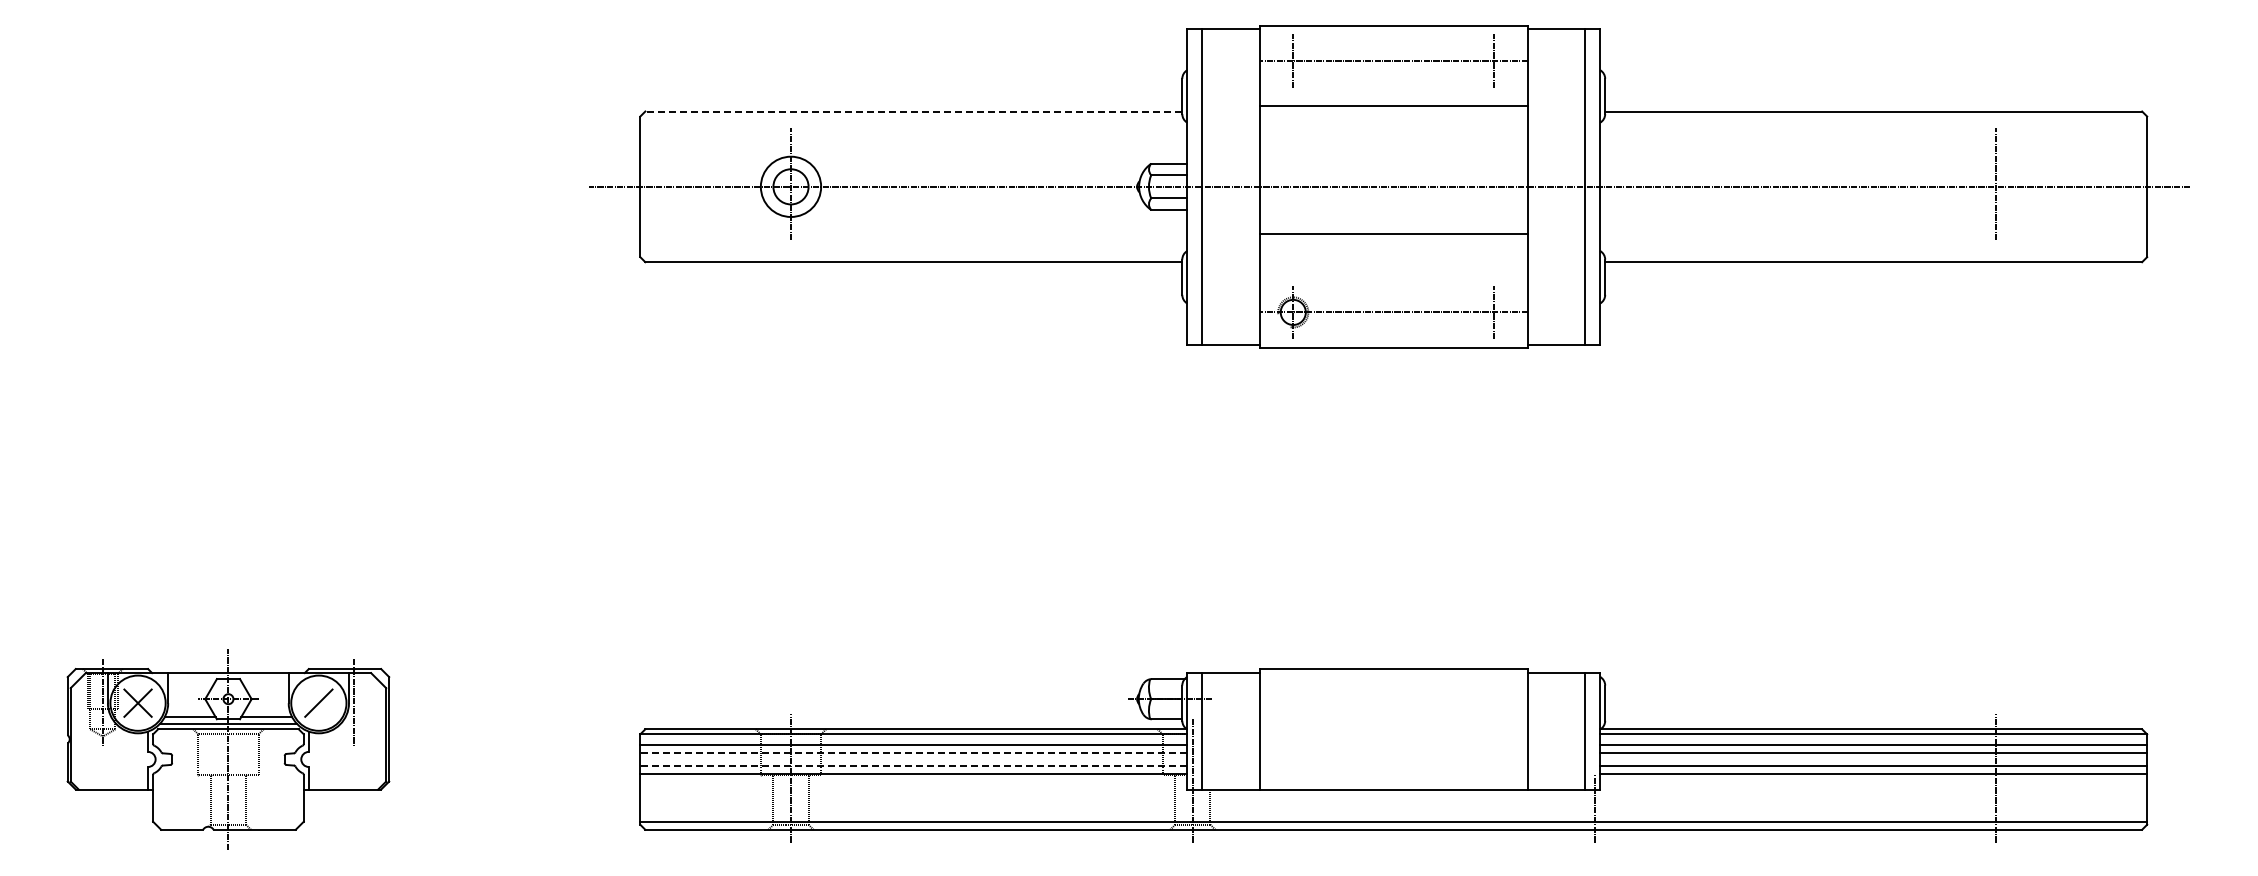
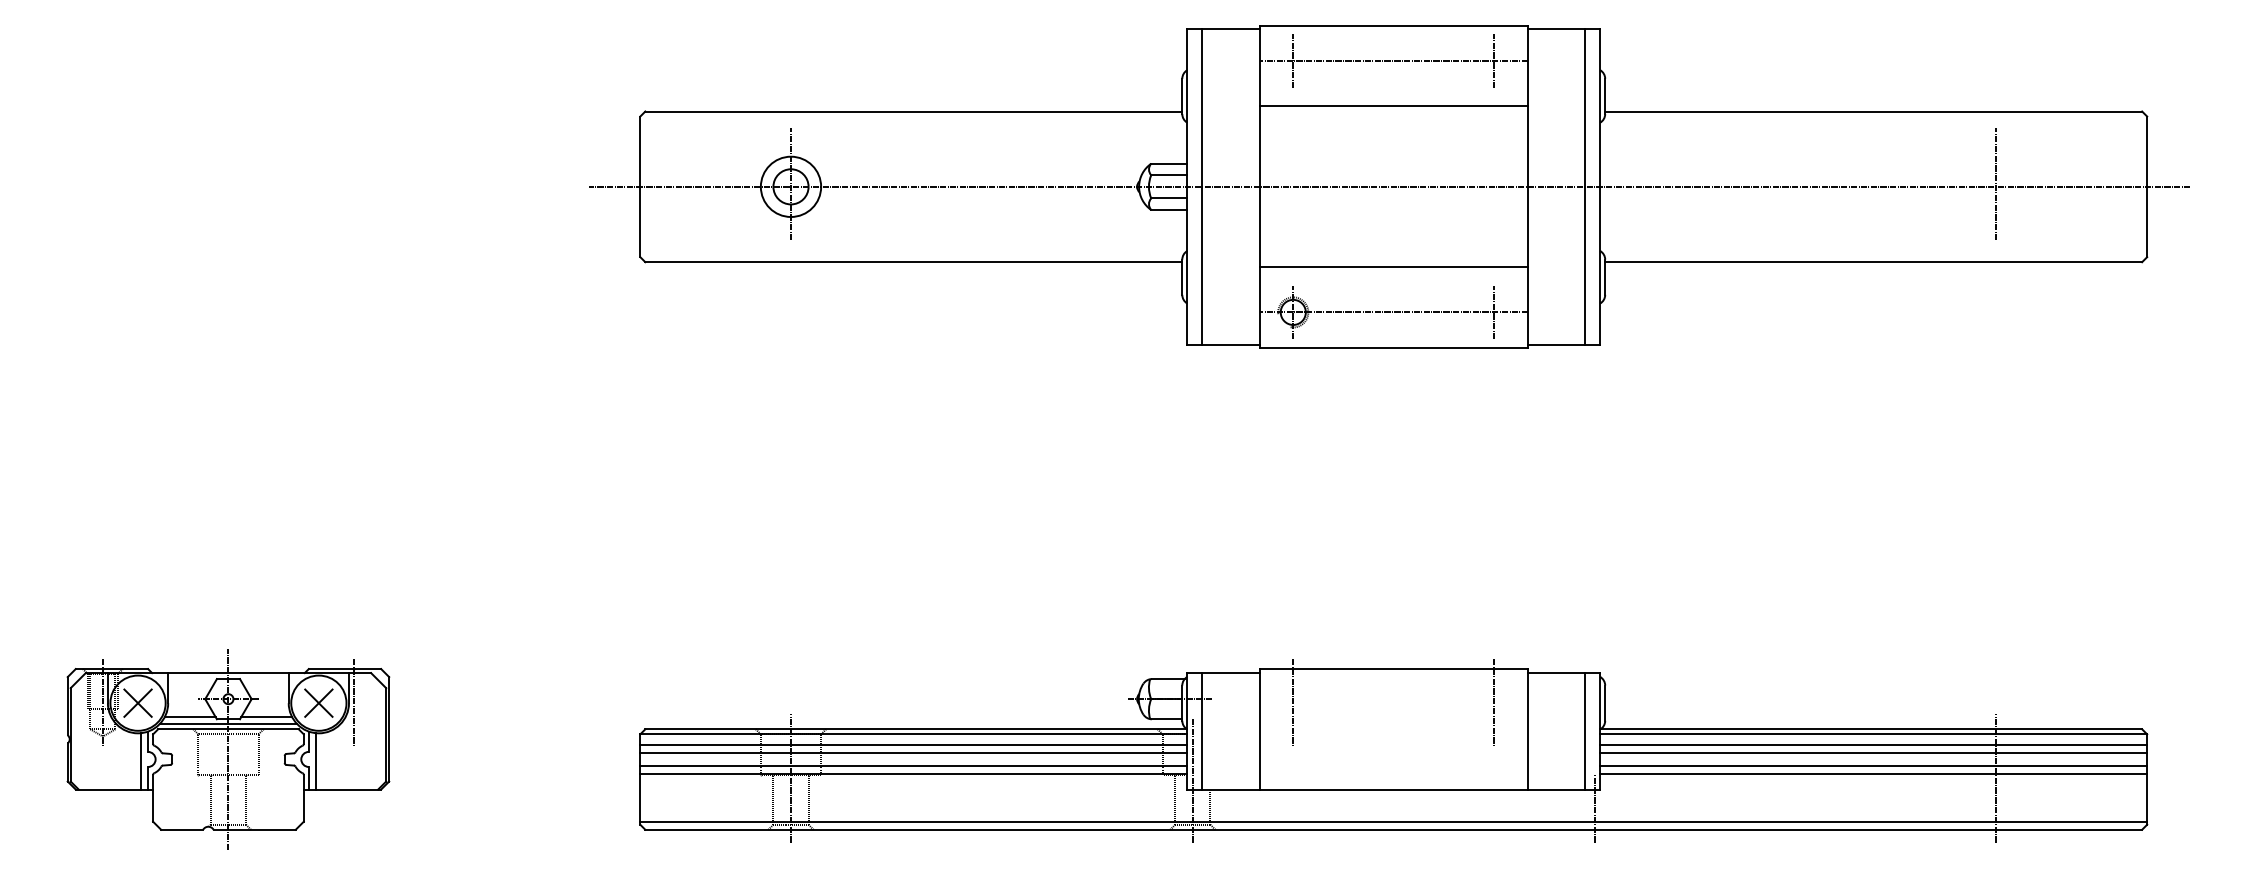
line at (913, 111): dashed -> solid
line at (1393, 234) position: (1393, 234) -> (1393, 267)
line at (318, 702): none -> present
line at (1293, 702): none -> present
line at (1494, 702): none -> present
line at (913, 753): dashed -> solid
line at (141, 761): none -> present
line at (315, 761): none -> present
line at (913, 765): dashed -> solid
